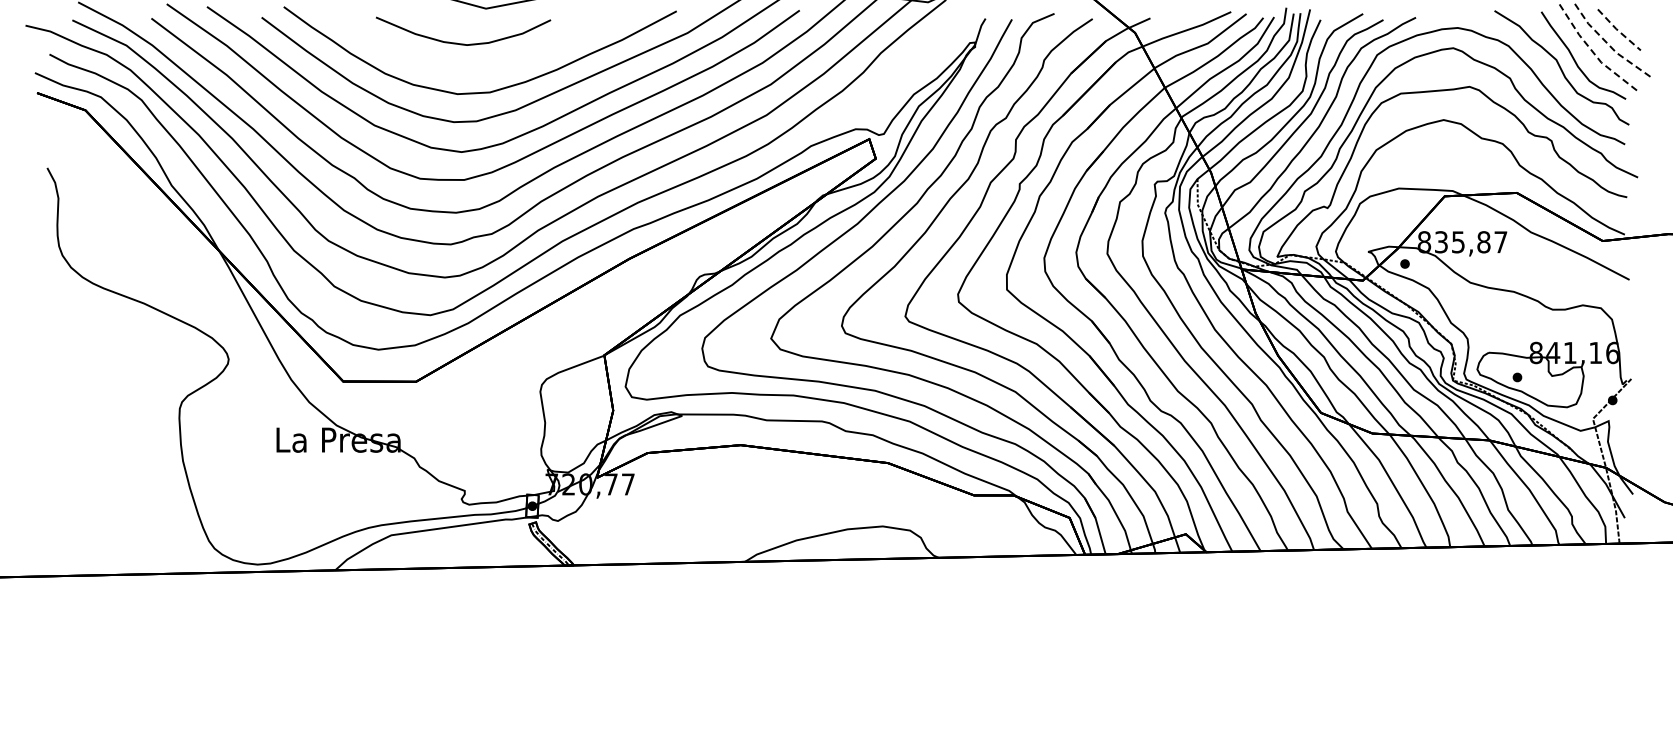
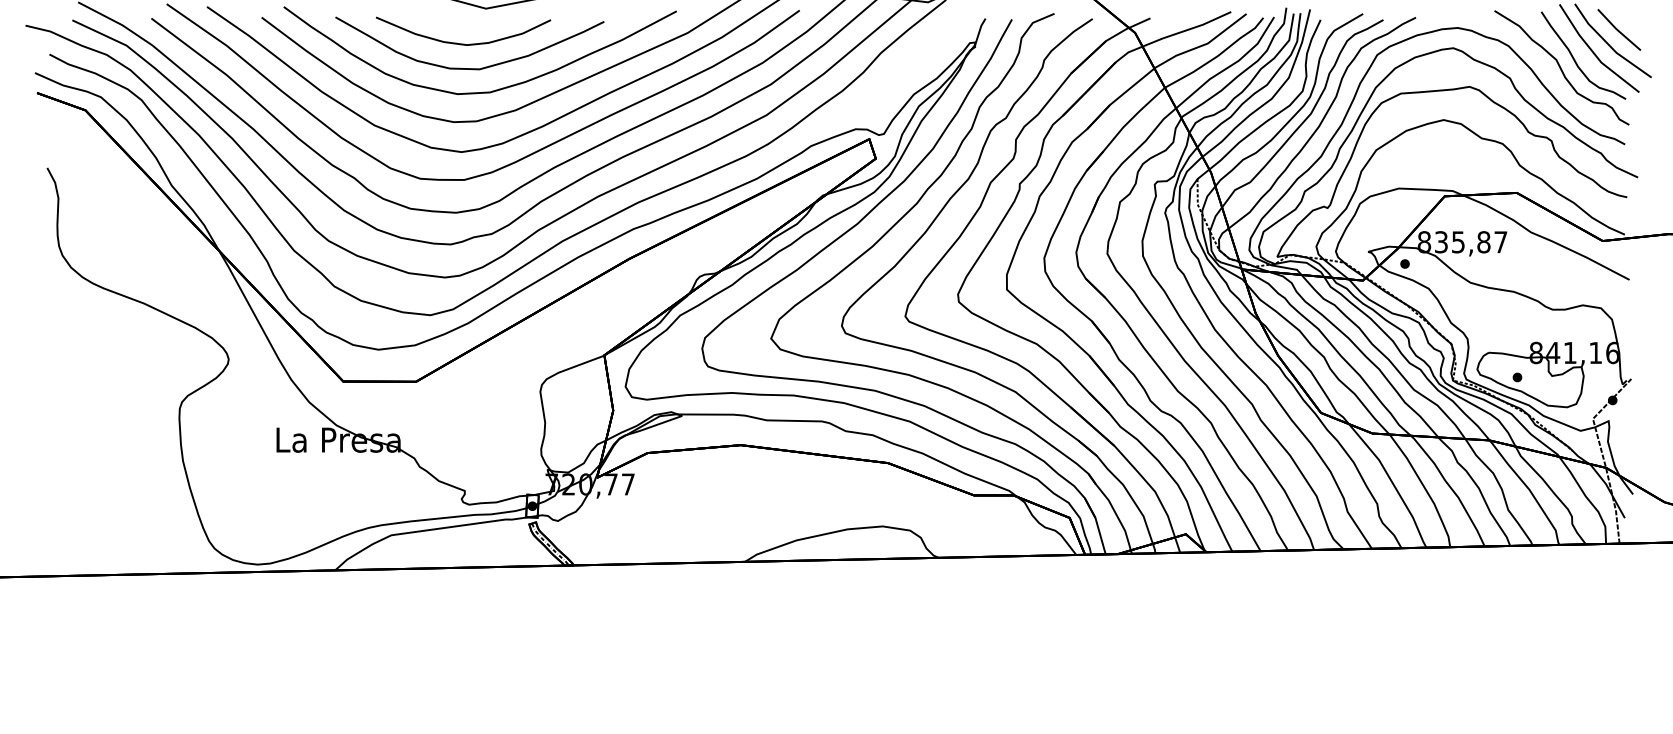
line at (1618, 31): dashed -> solid
line at (1609, 45): dashed -> solid
line at (1594, 53): dashed -> solid
curve at (469, 68): none -> present
